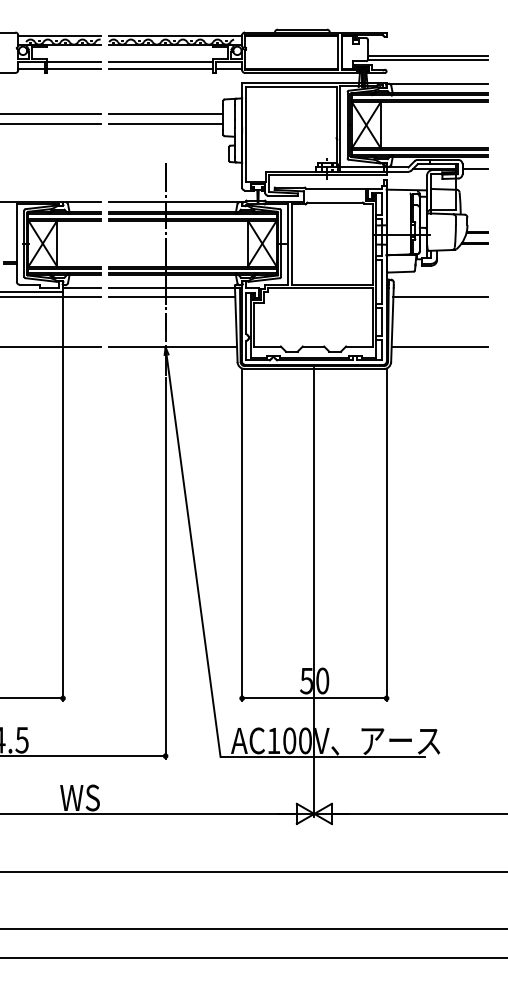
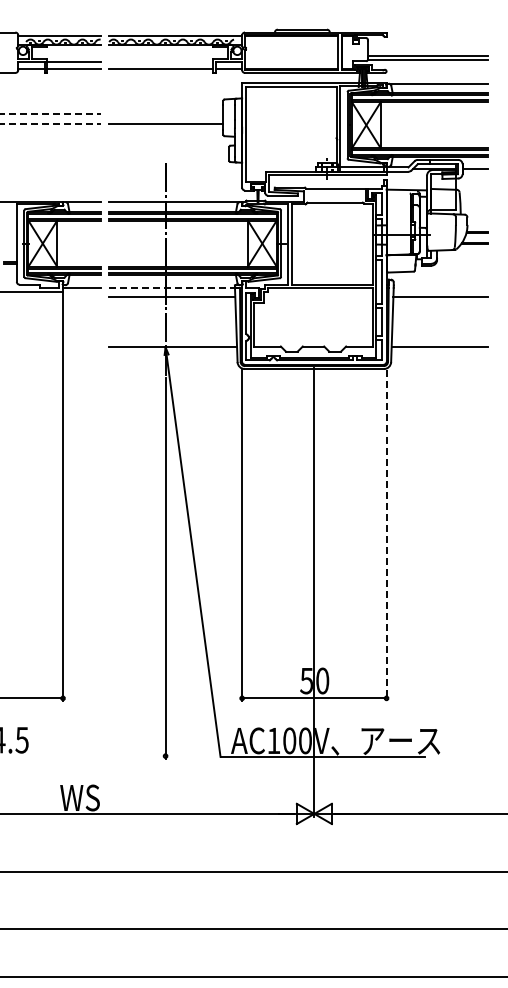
line at (161, 61): present -> none
line at (50, 114): solid -> dashed
line at (166, 114): present -> none
line at (50, 124): solid -> dashed
line at (176, 287): solid -> dashed
line at (51, 296): present -> none
line at (51, 347): present -> none
line at (386, 536): solid -> dashed
line at (83, 756): present -> none
line at (253, 958) position: (253, 958) -> (253, 977)
